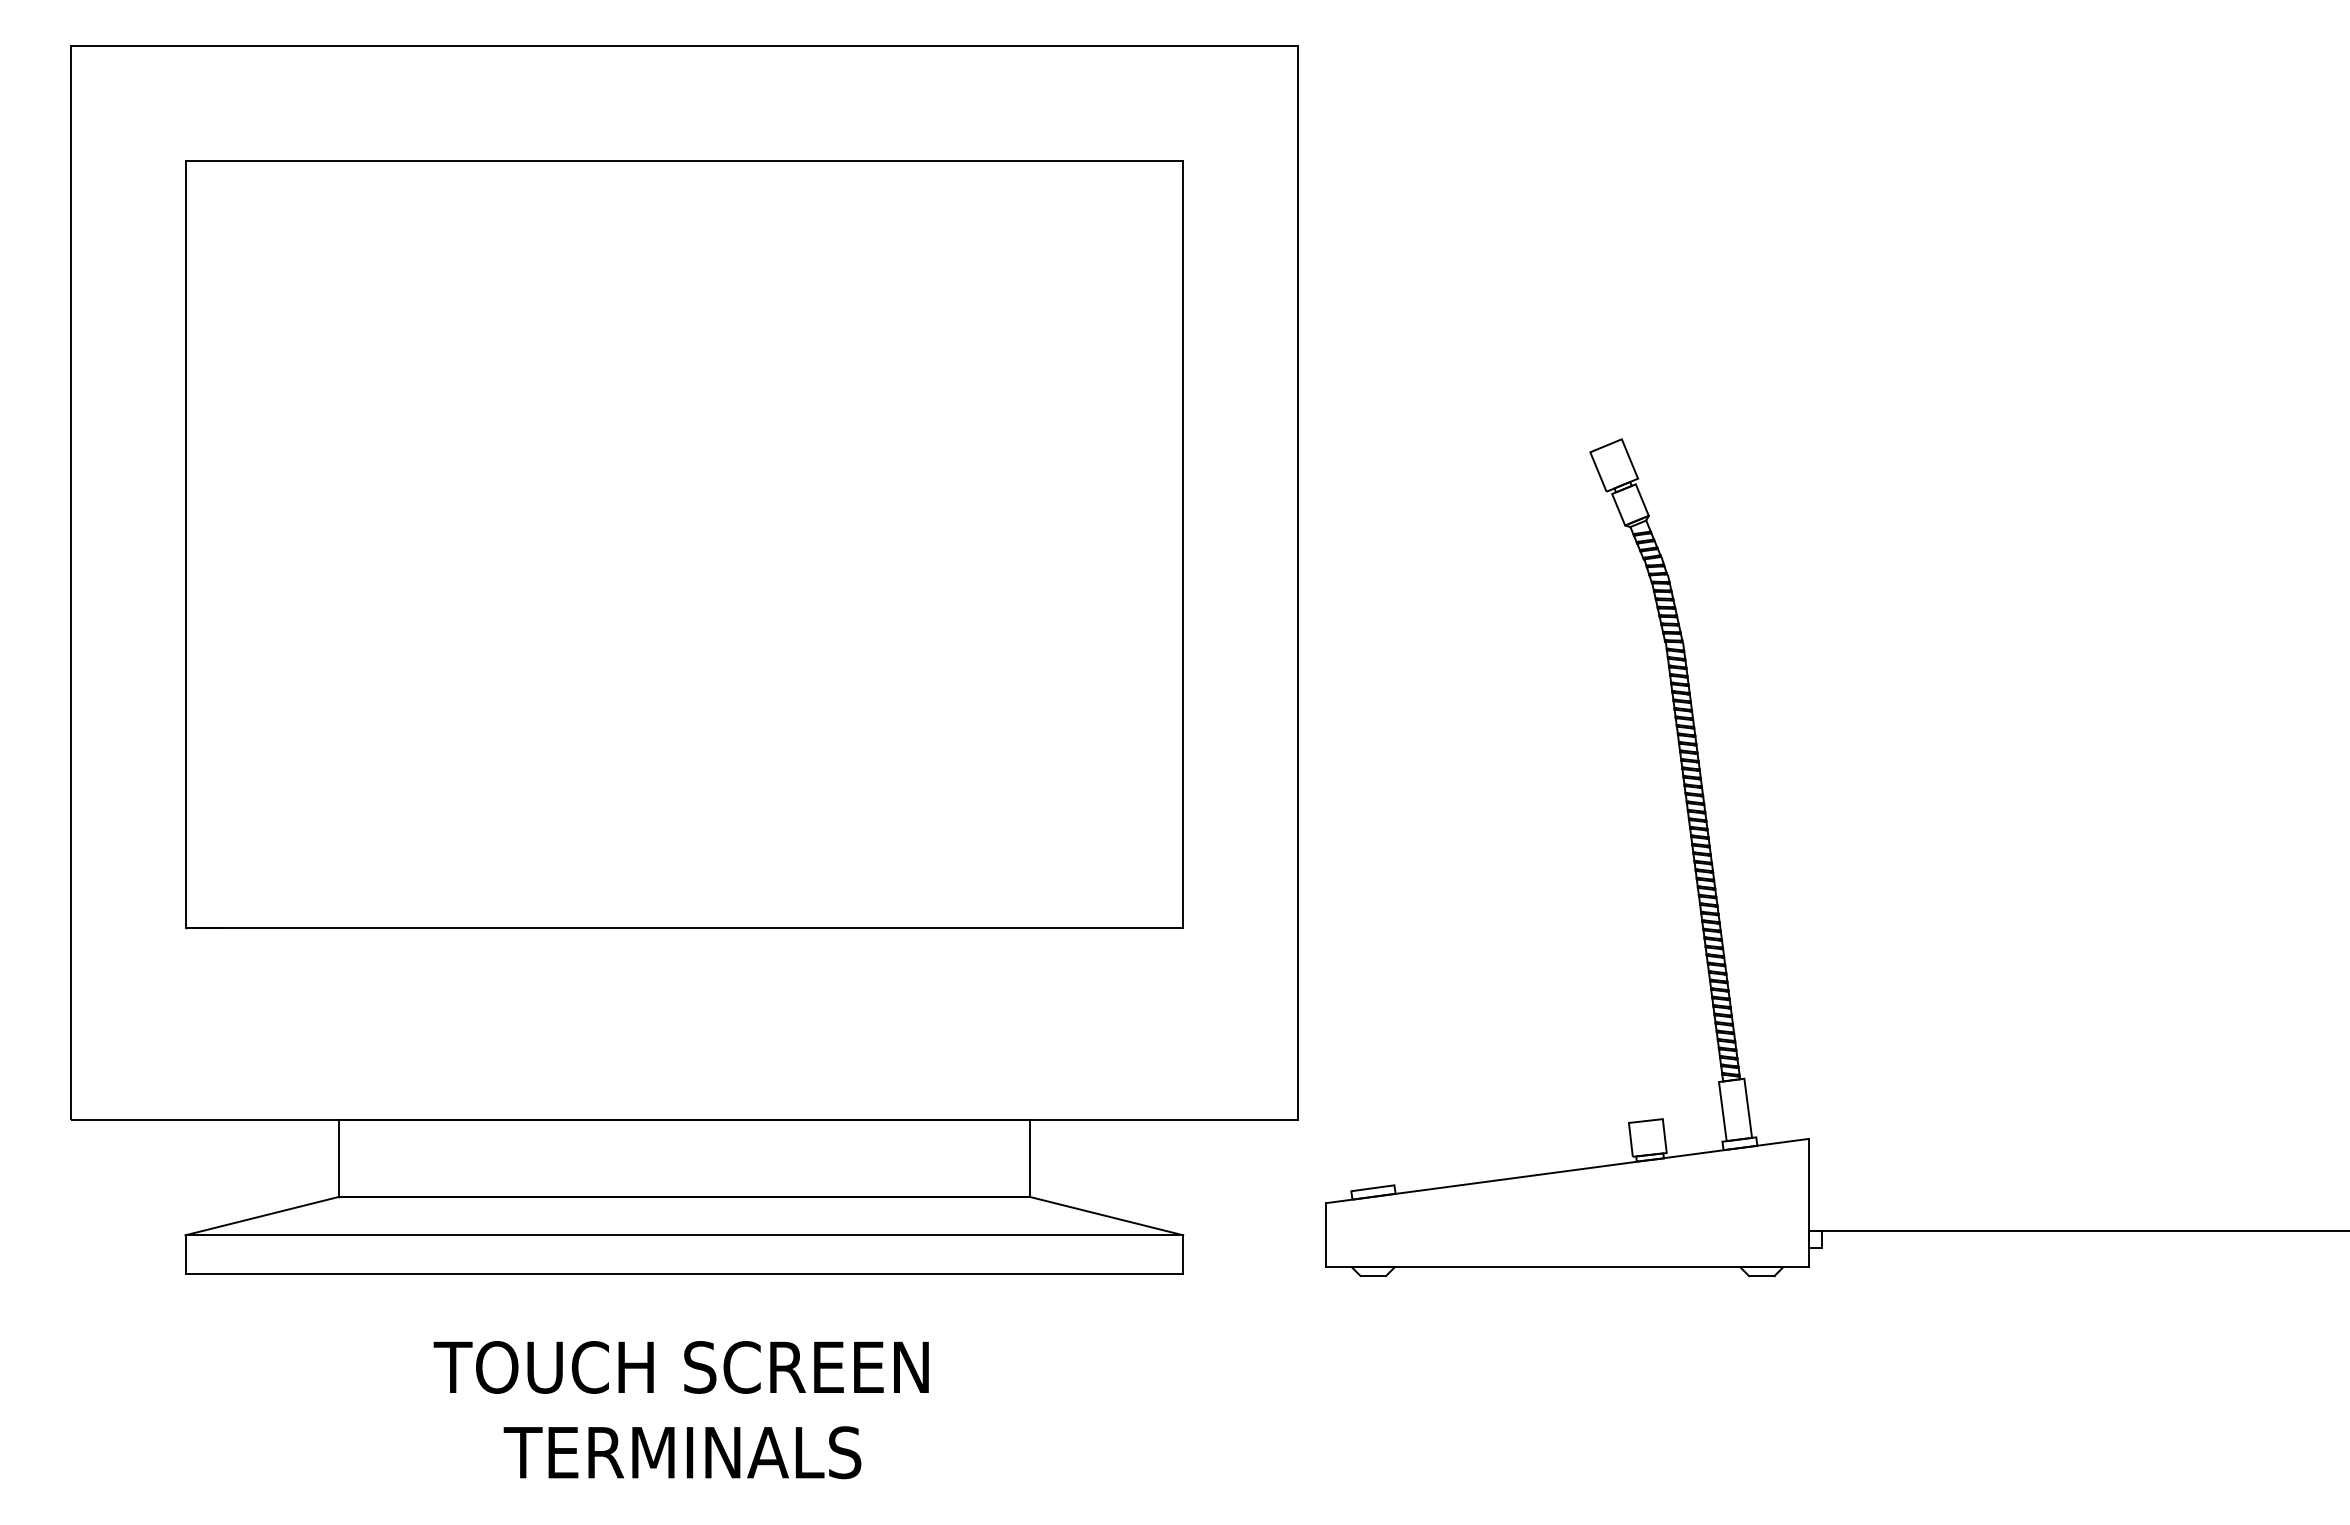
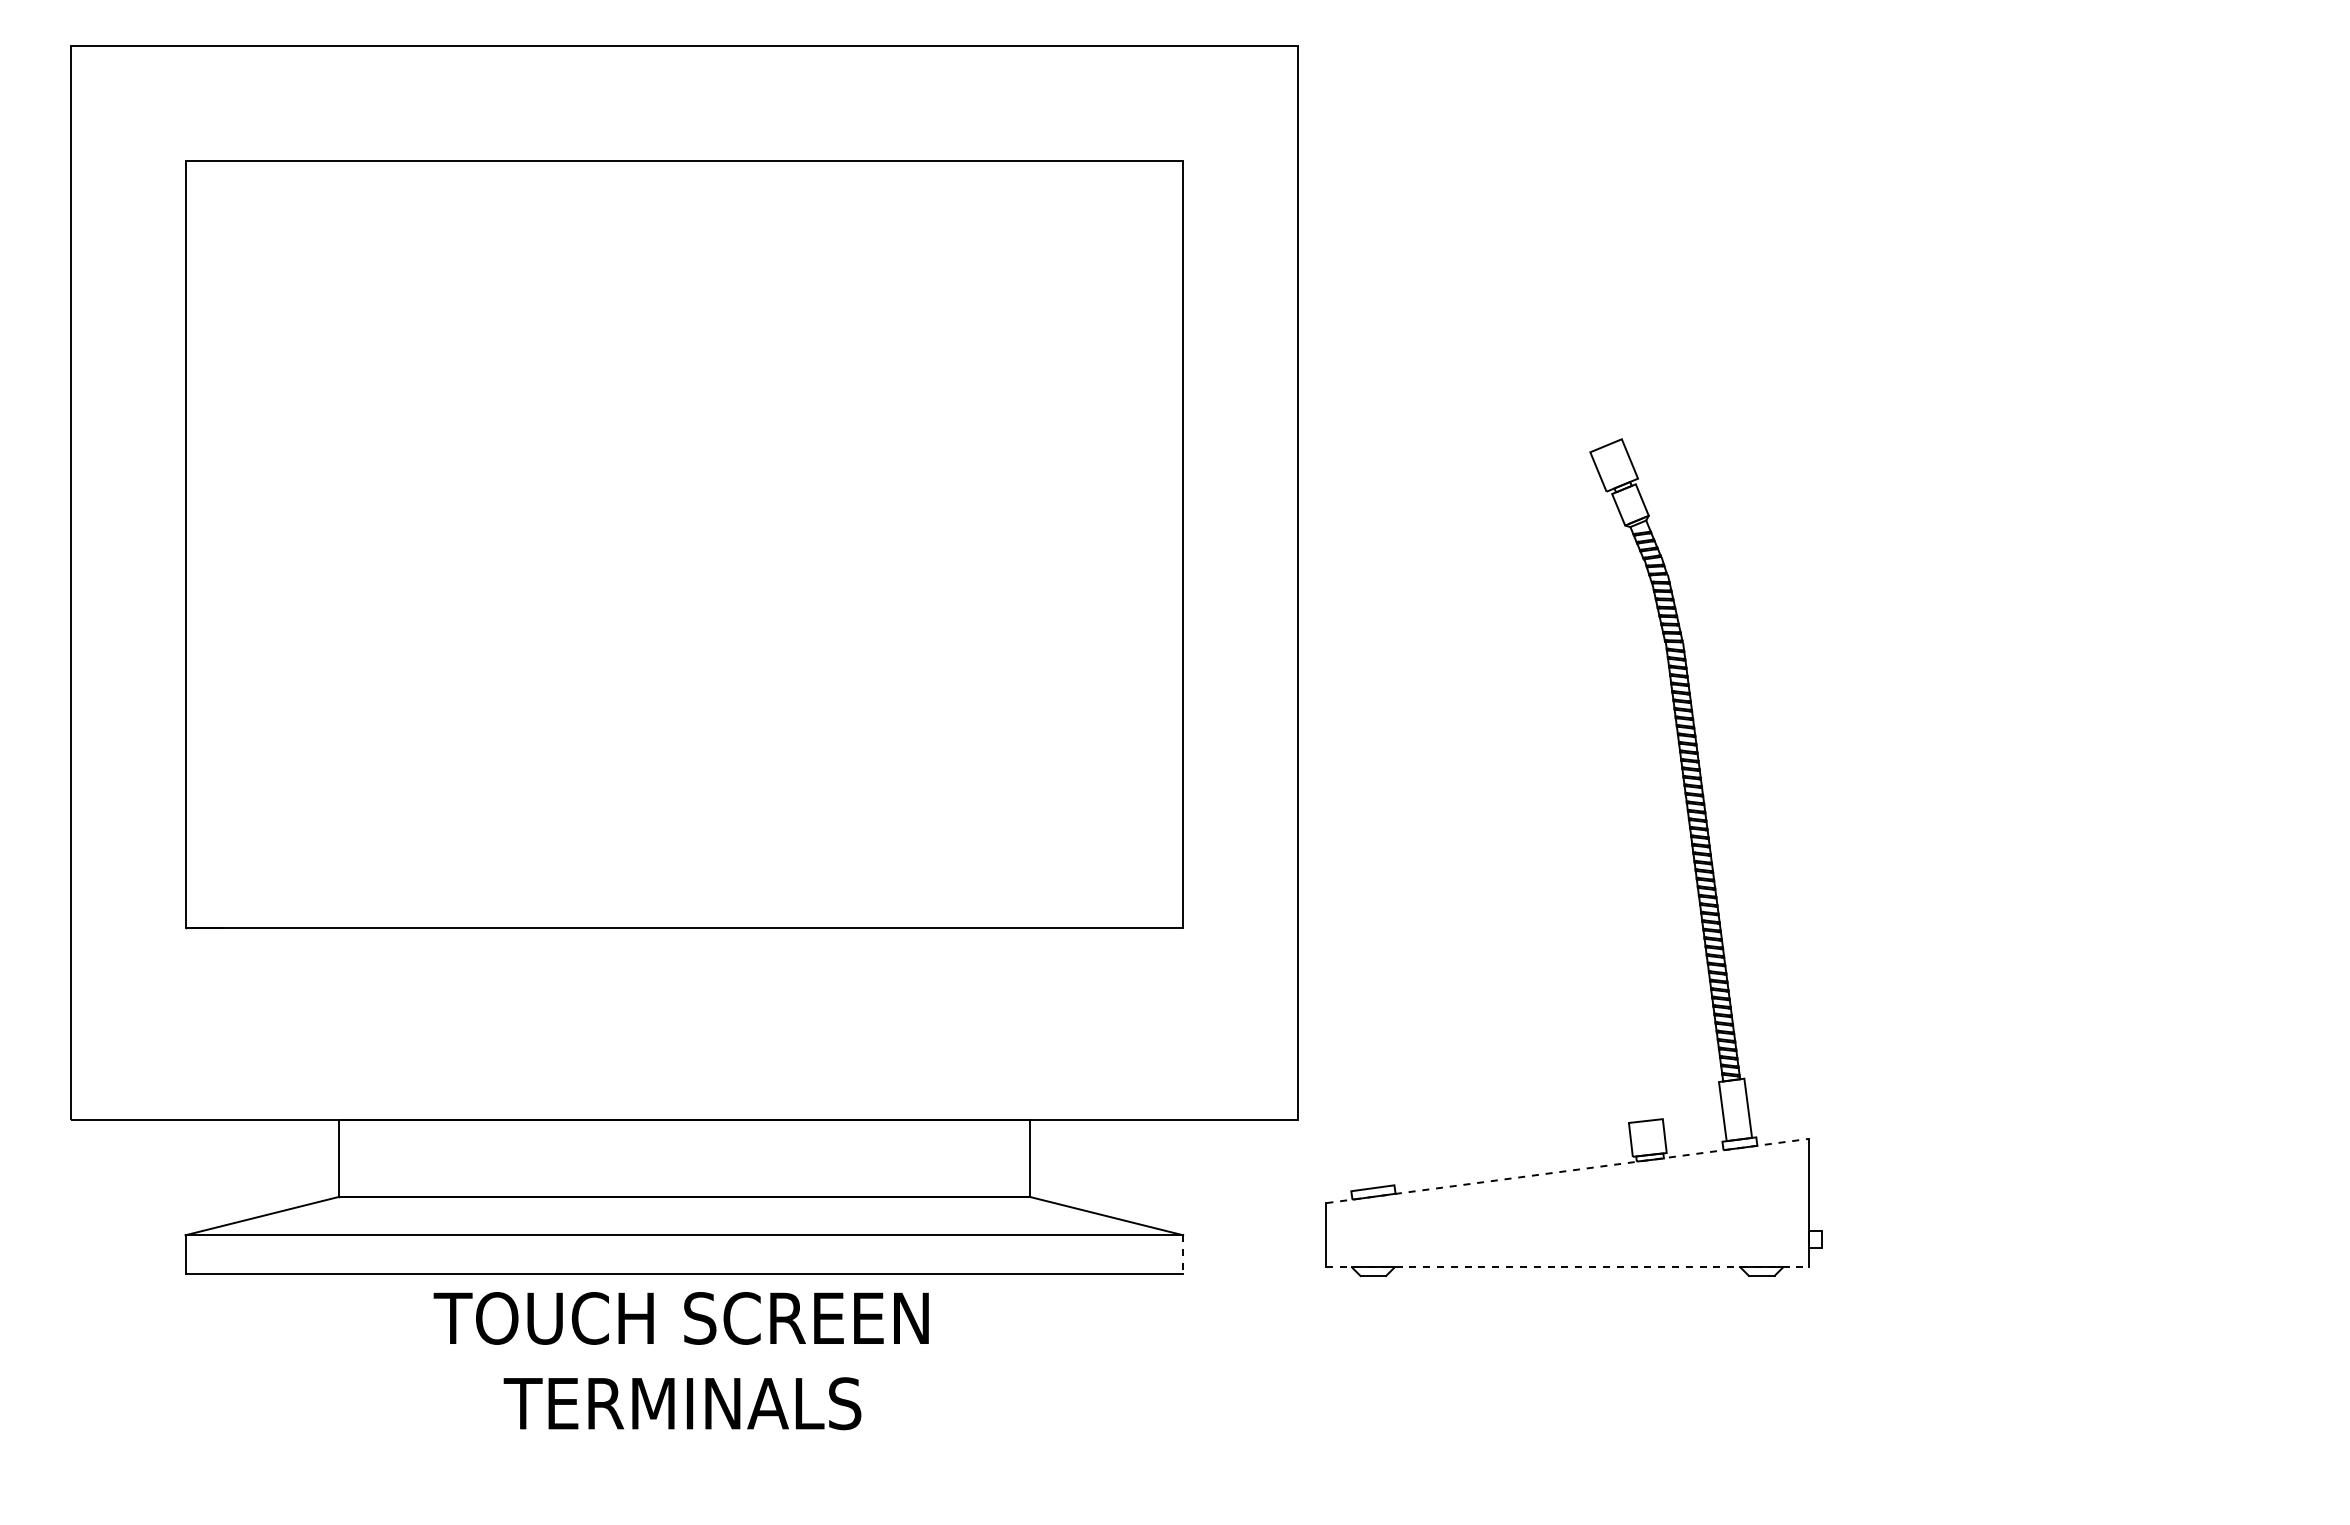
line at (1568, 1170): solid -> dashed
line at (2080, 1231): present -> none
line at (1183, 1254): solid -> dashed
line at (1568, 1267): solid -> dashed
text at (680, 1410) position: (680, 1410) -> (680, 1361)
